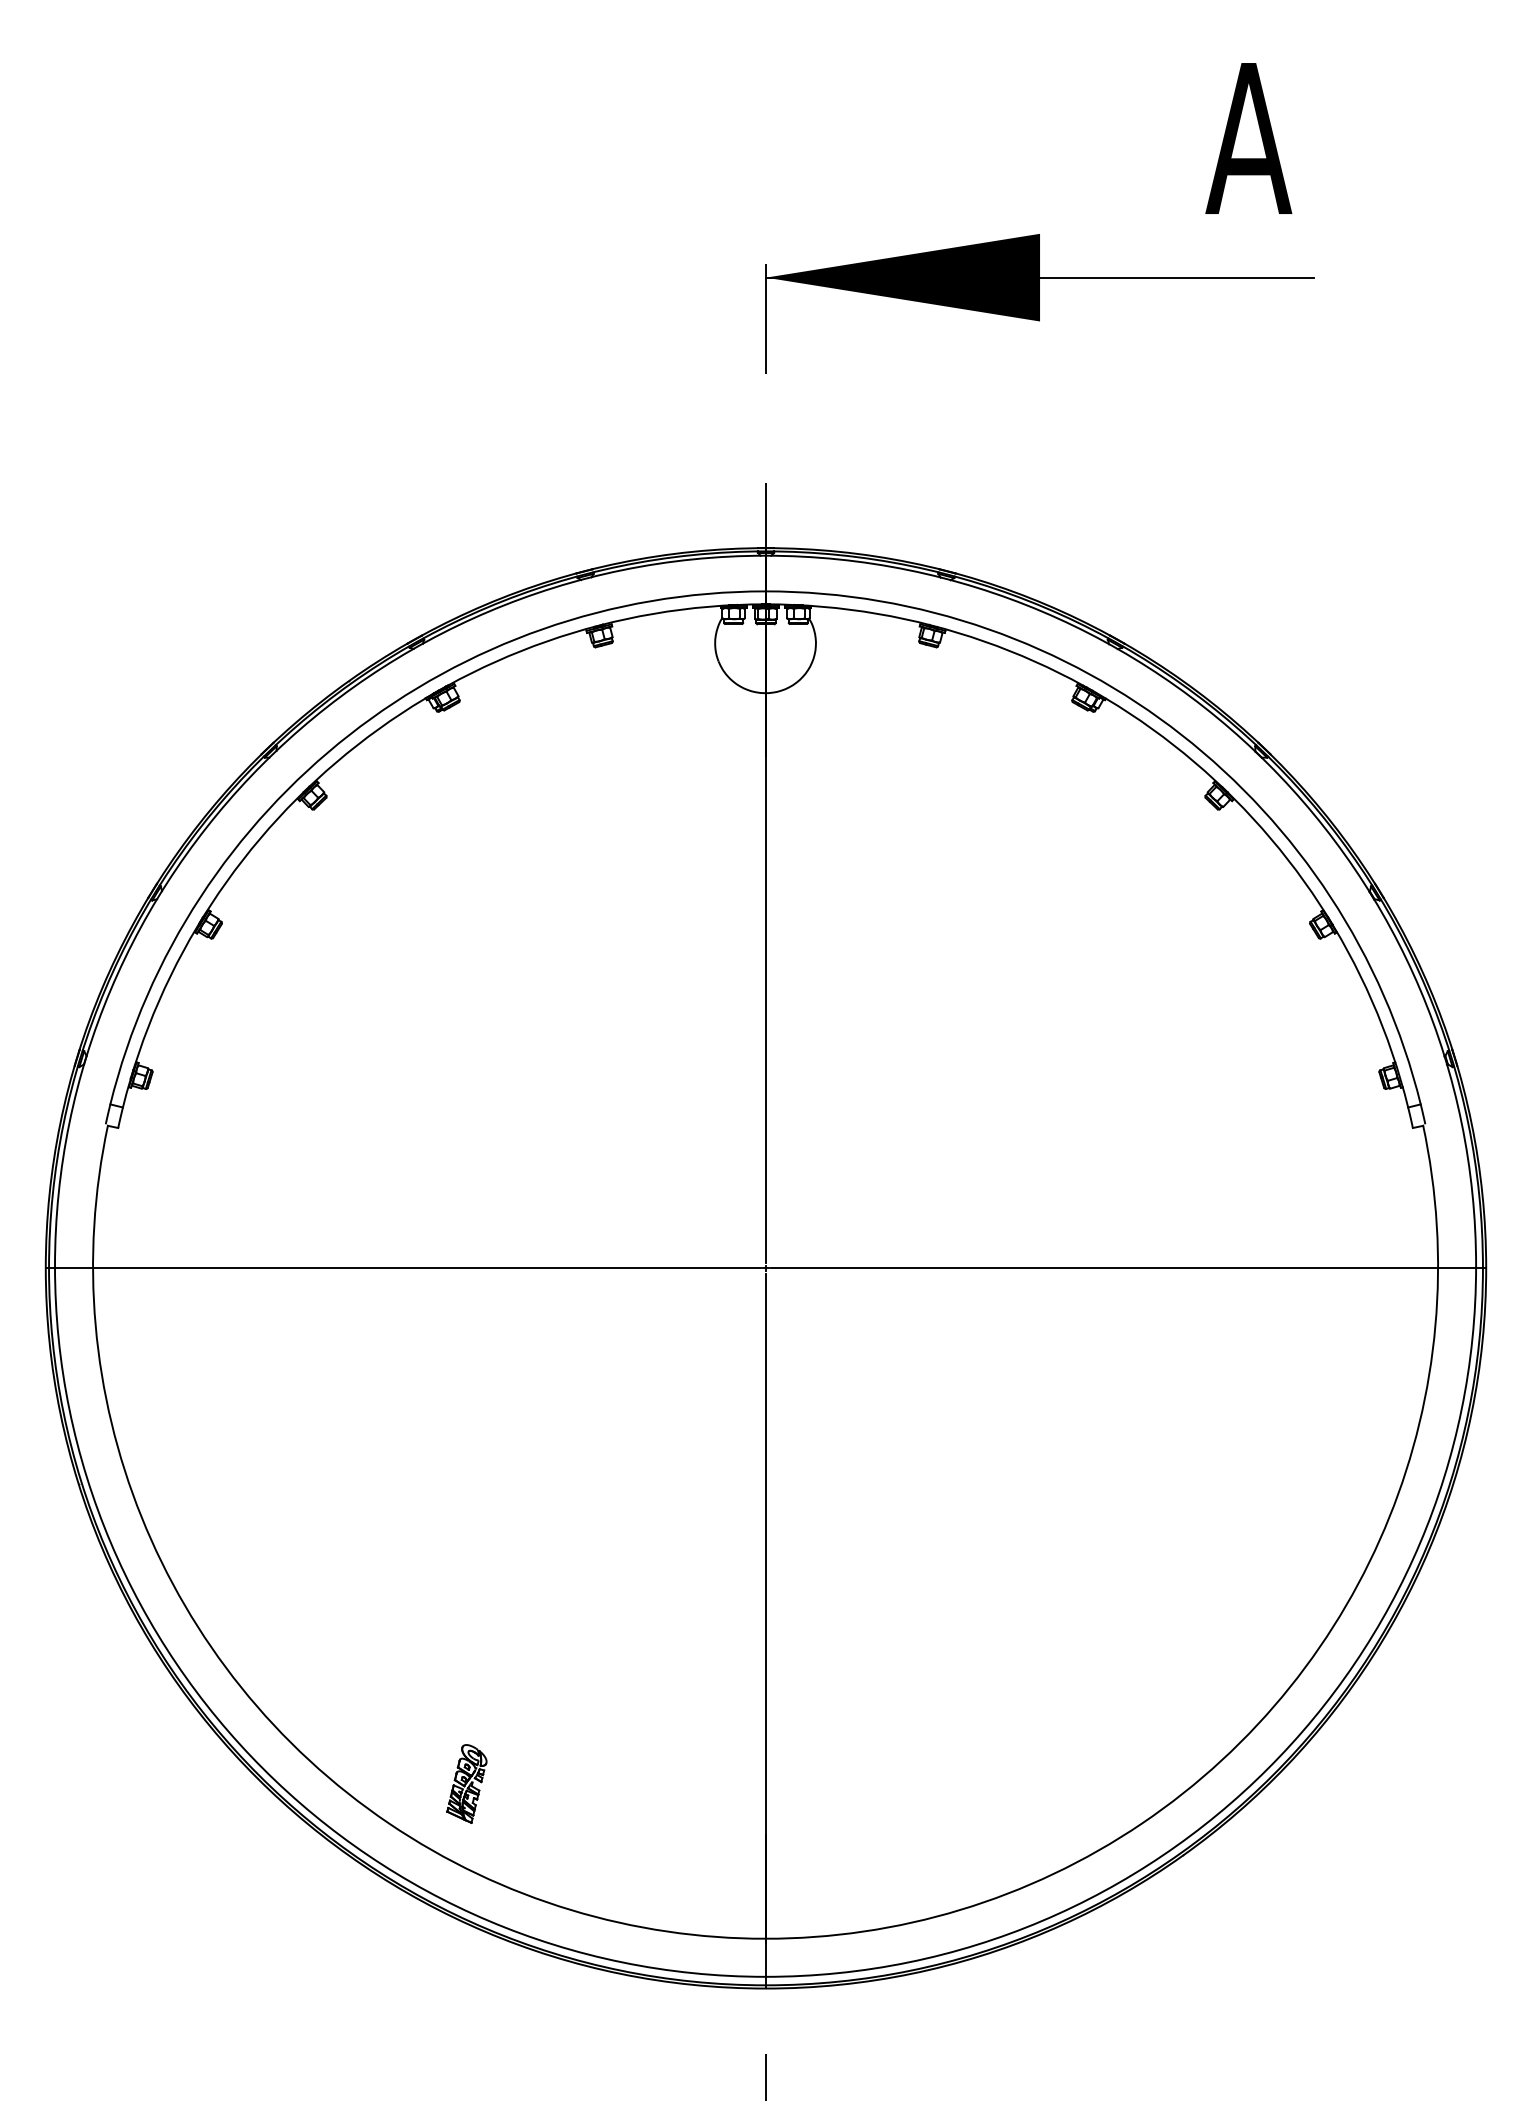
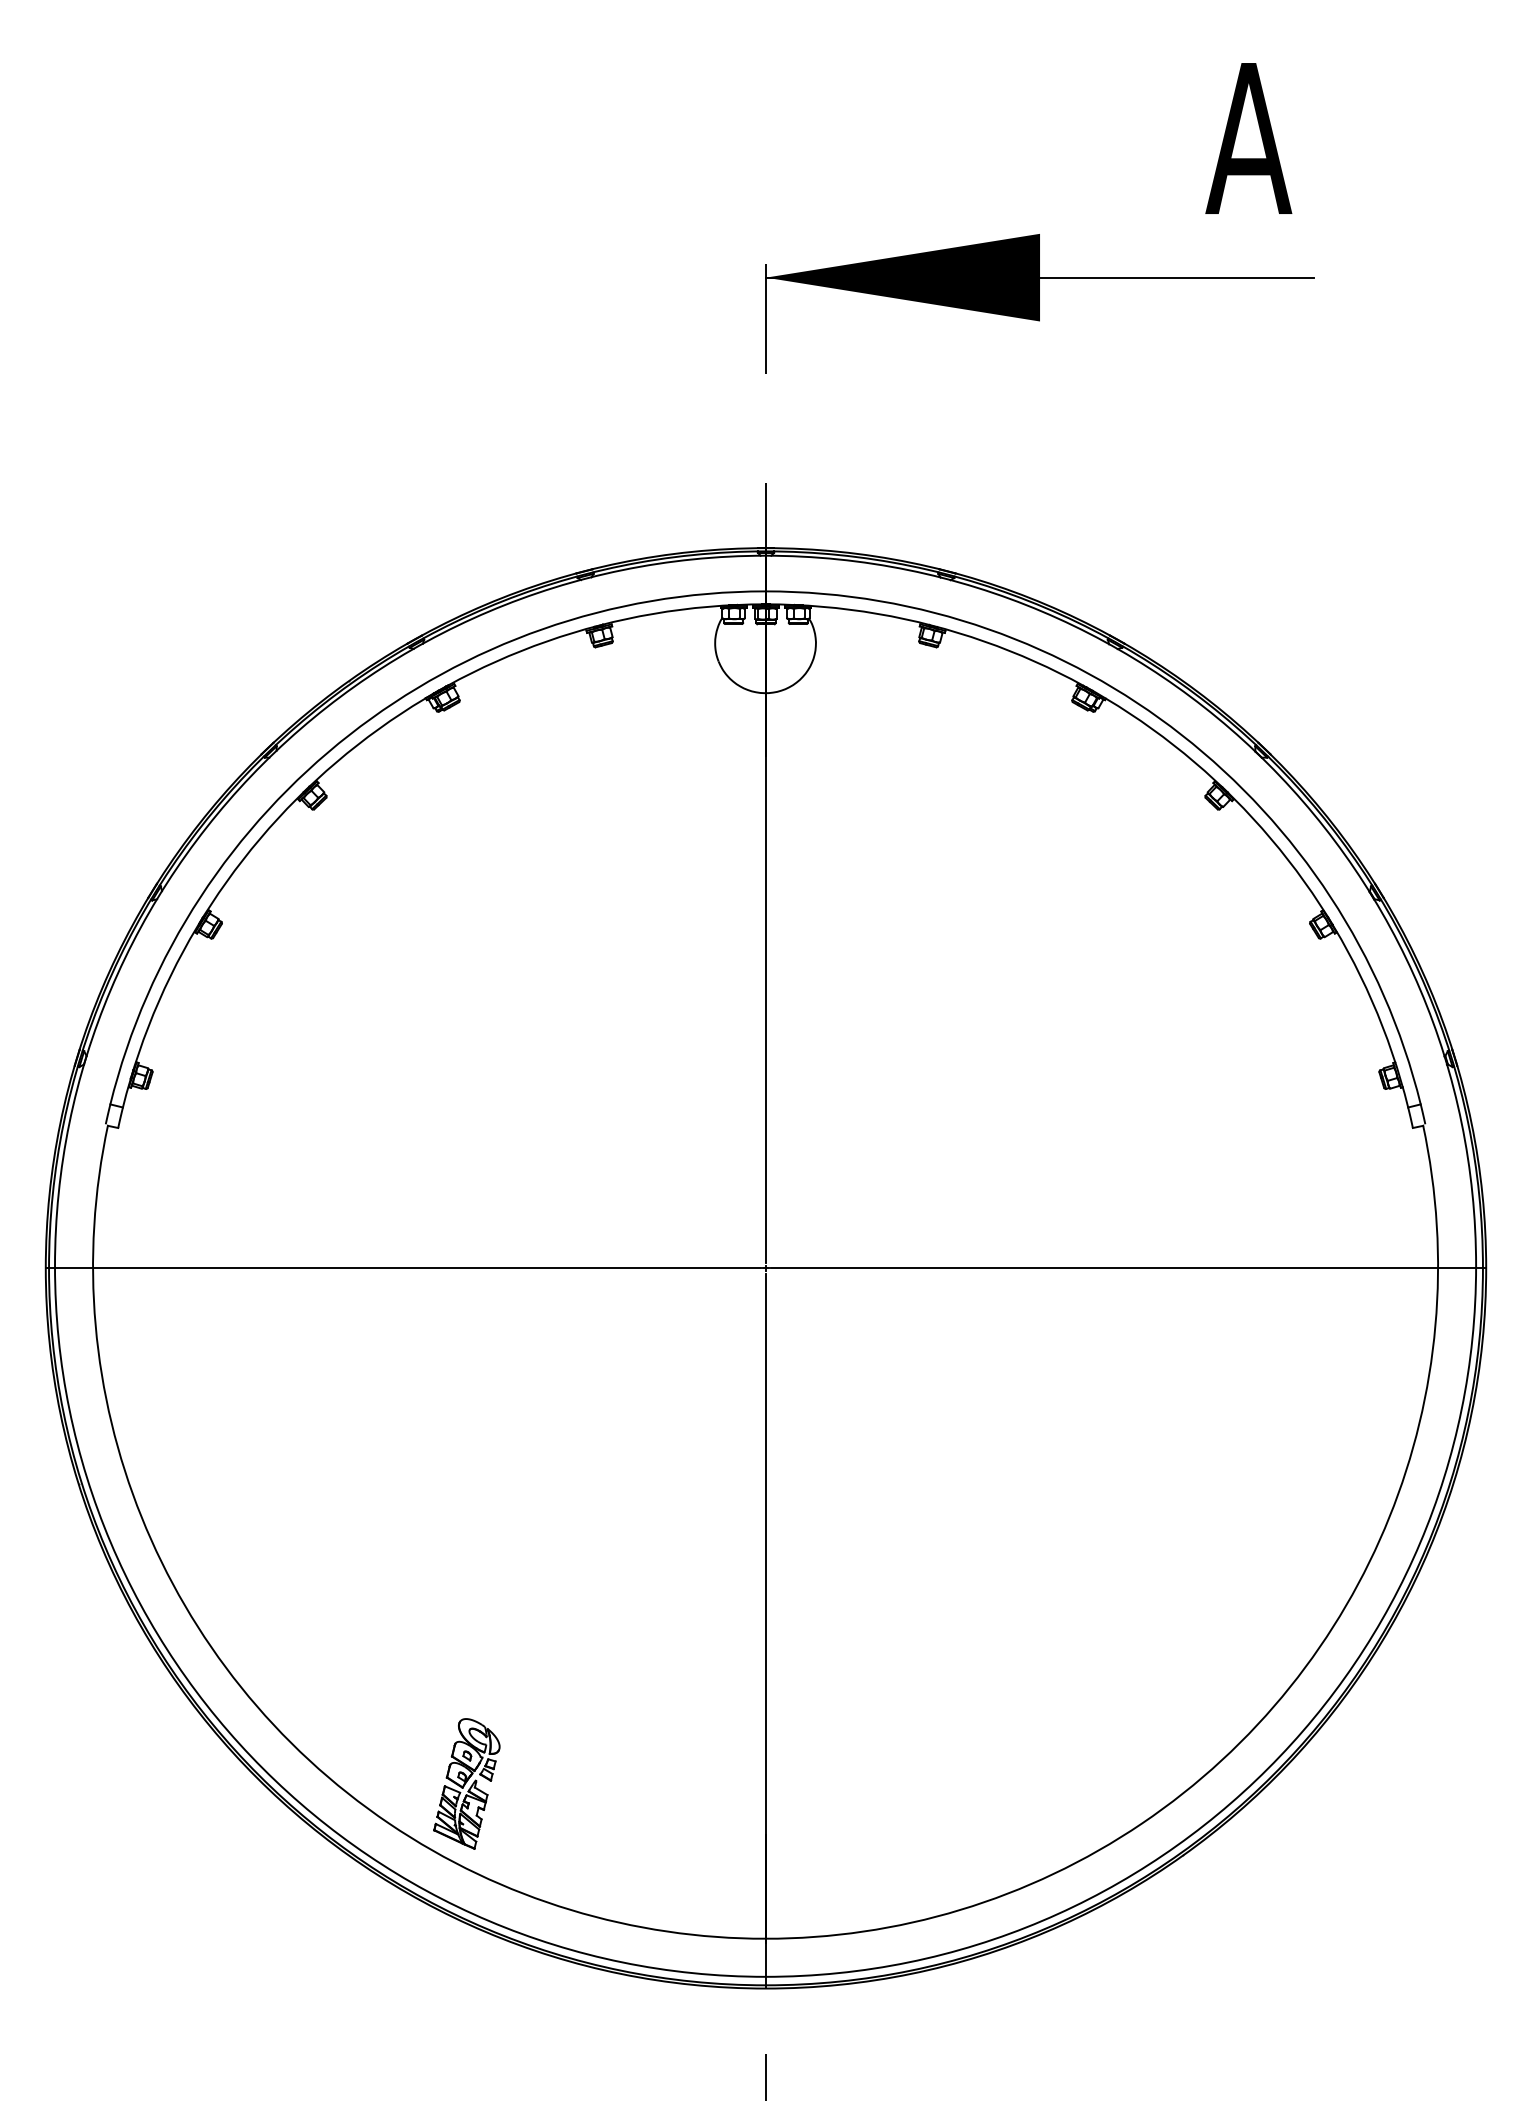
part at (466, 1783) size: 42x80 px -> 68x132 px
